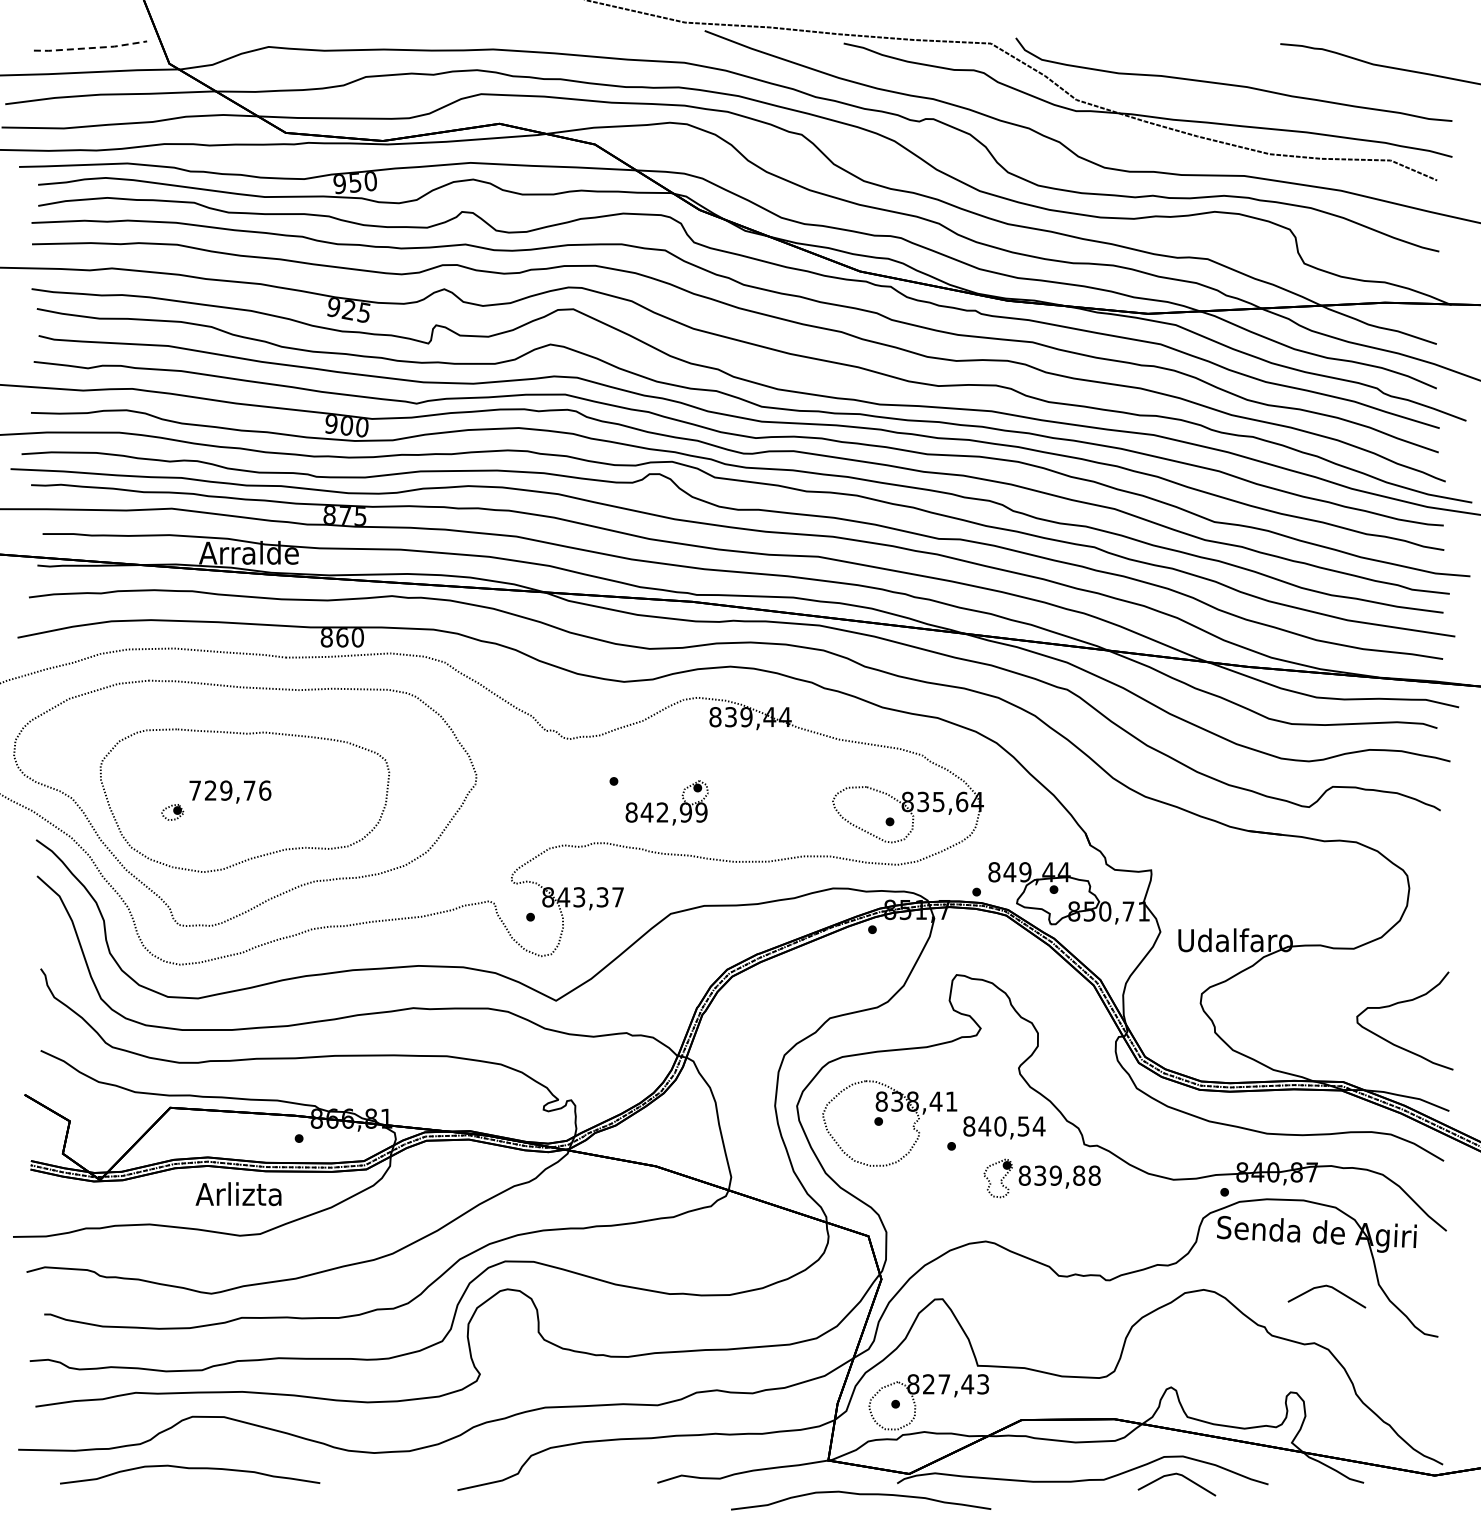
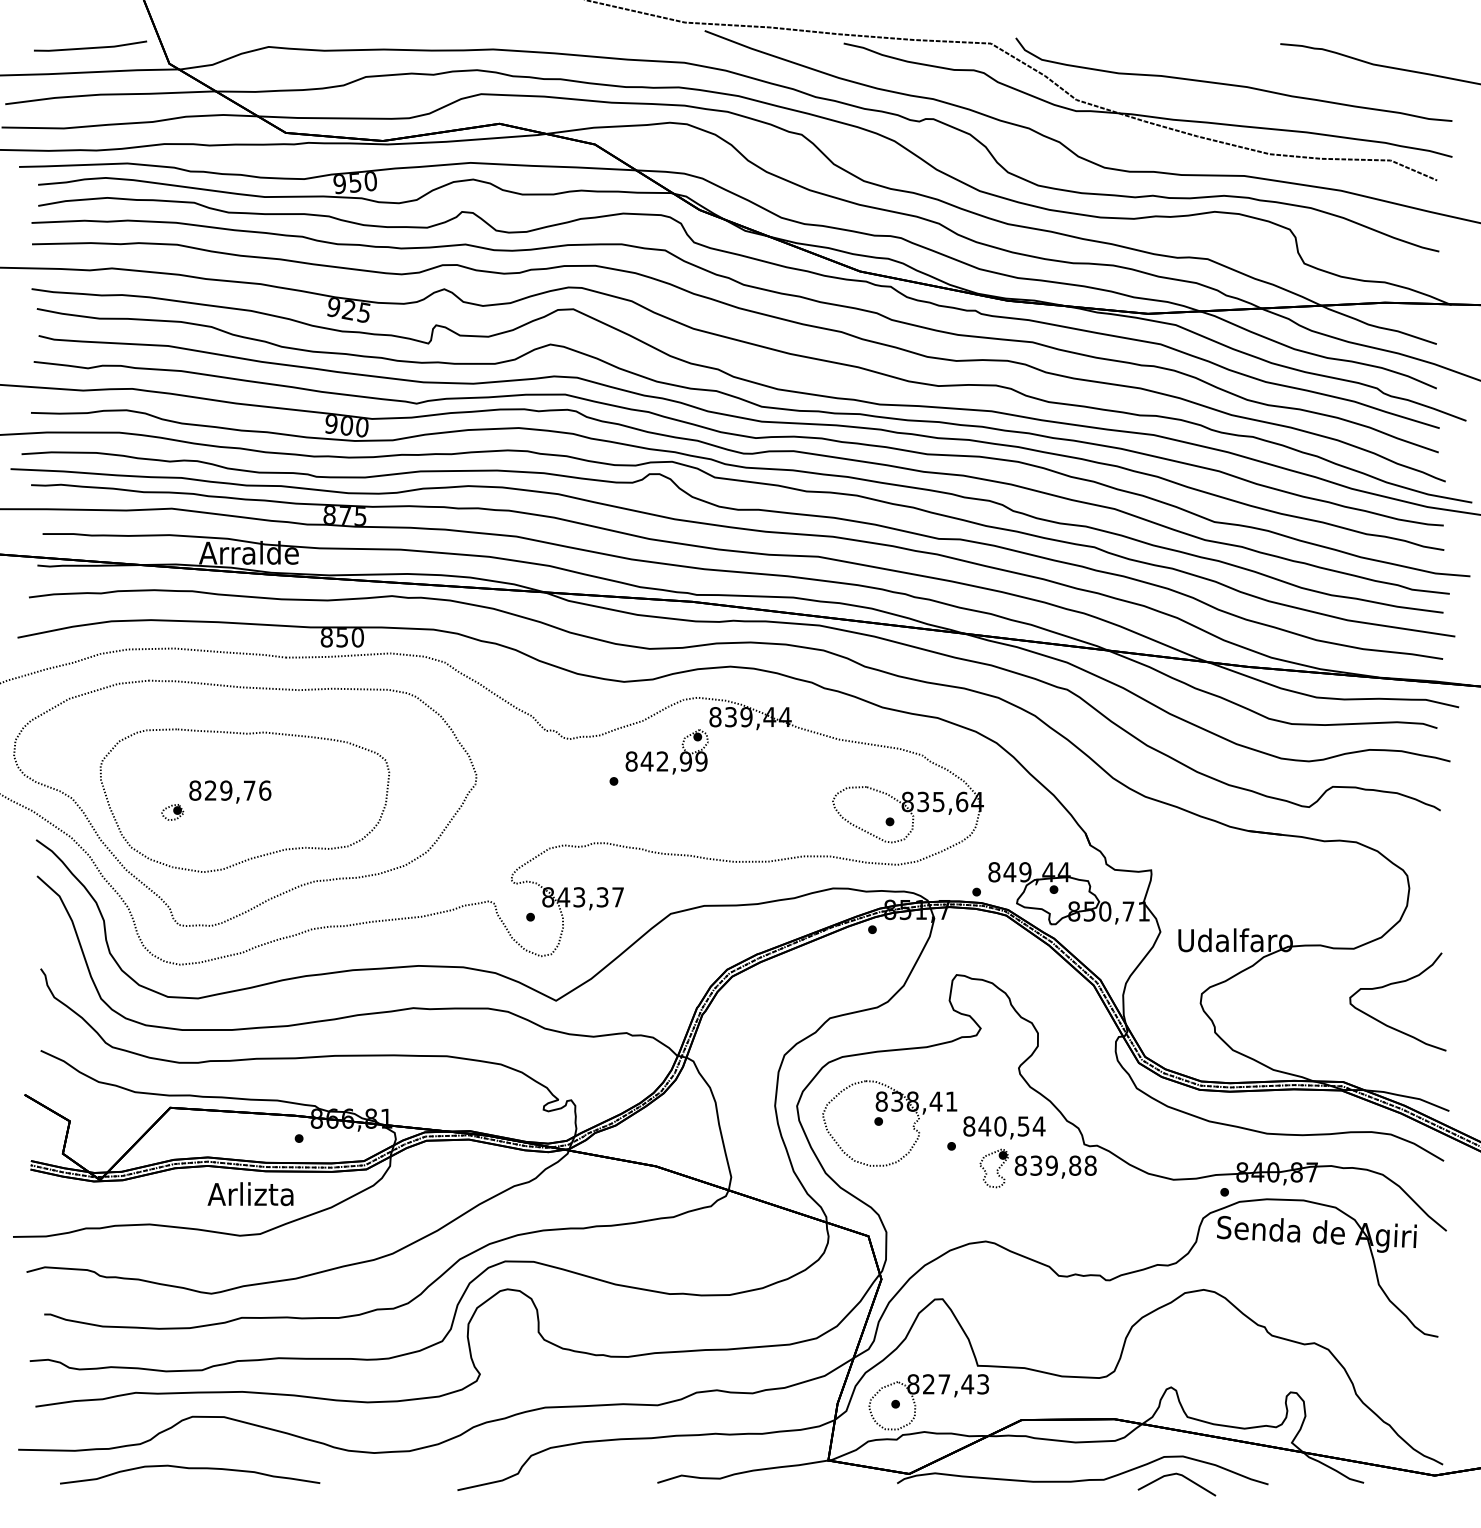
line at (91, 48): dashed -> solid
text at (342, 637): 860 -> 850
text at (195, 790): 729,76 -> 829,76
part at (666, 802) position: (666, 802) -> (666, 751)
curve at (1401, 1003) position: (1401, 1003) -> (1394, 984)
part at (1041, 1178) position: (1041, 1178) -> (1037, 1168)
text at (238, 1194) position: (238, 1194) -> (250, 1194)
line at (1328, 1287): present -> none
curve at (861, 1495): present -> none
